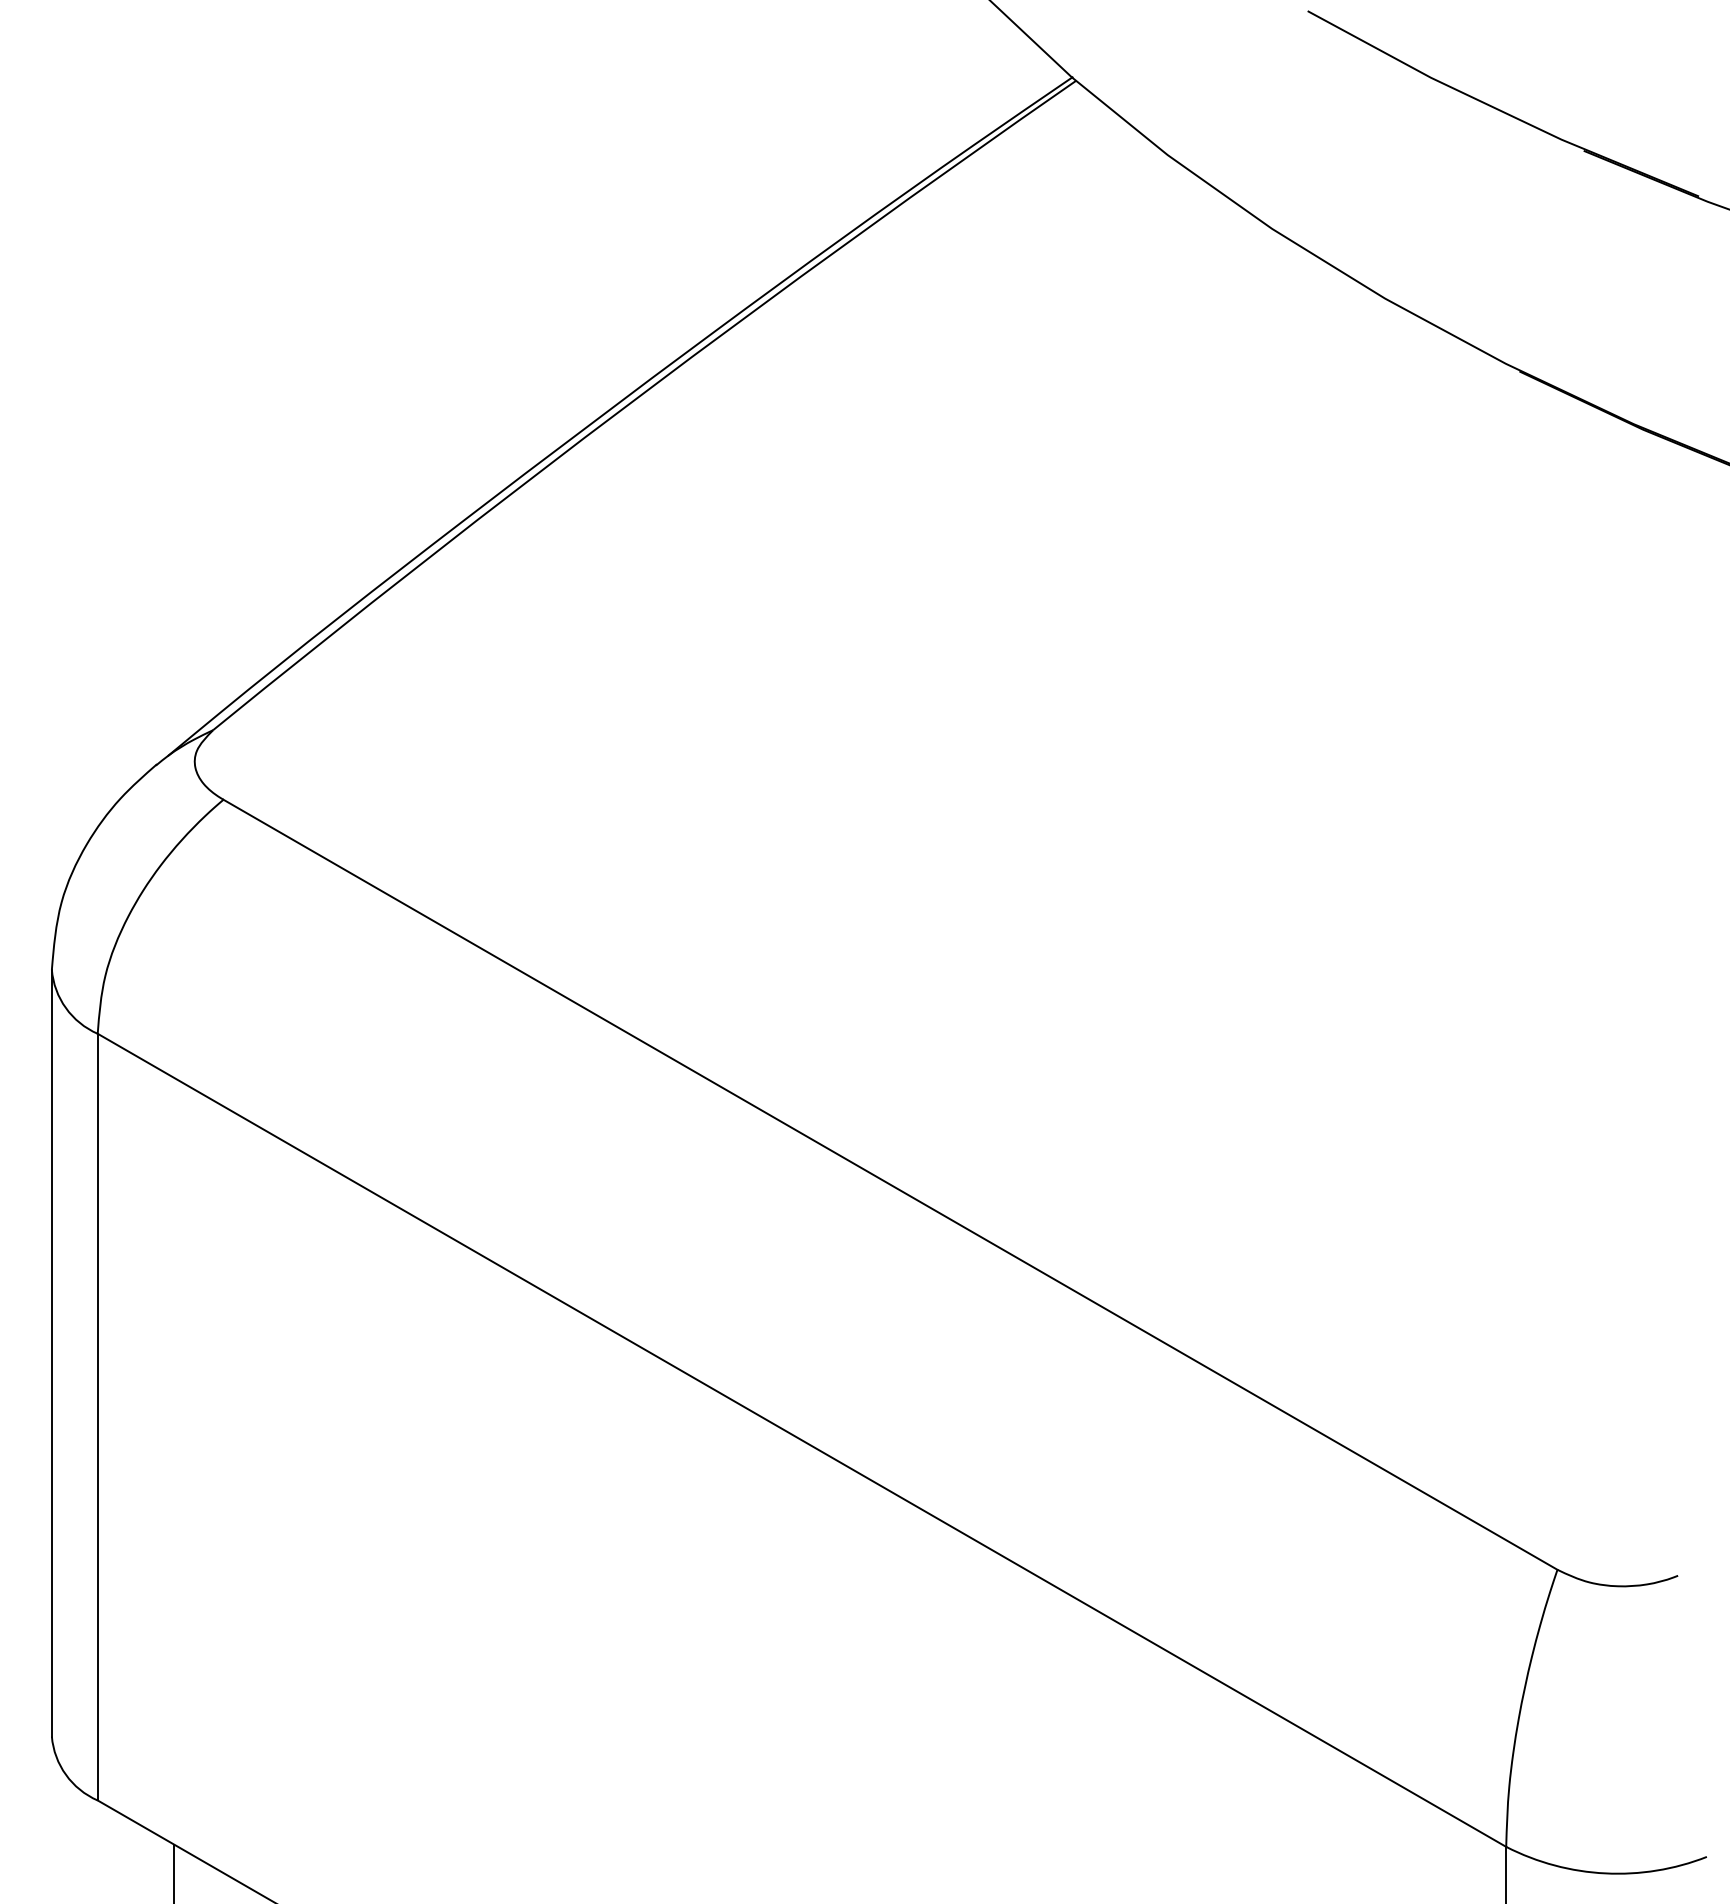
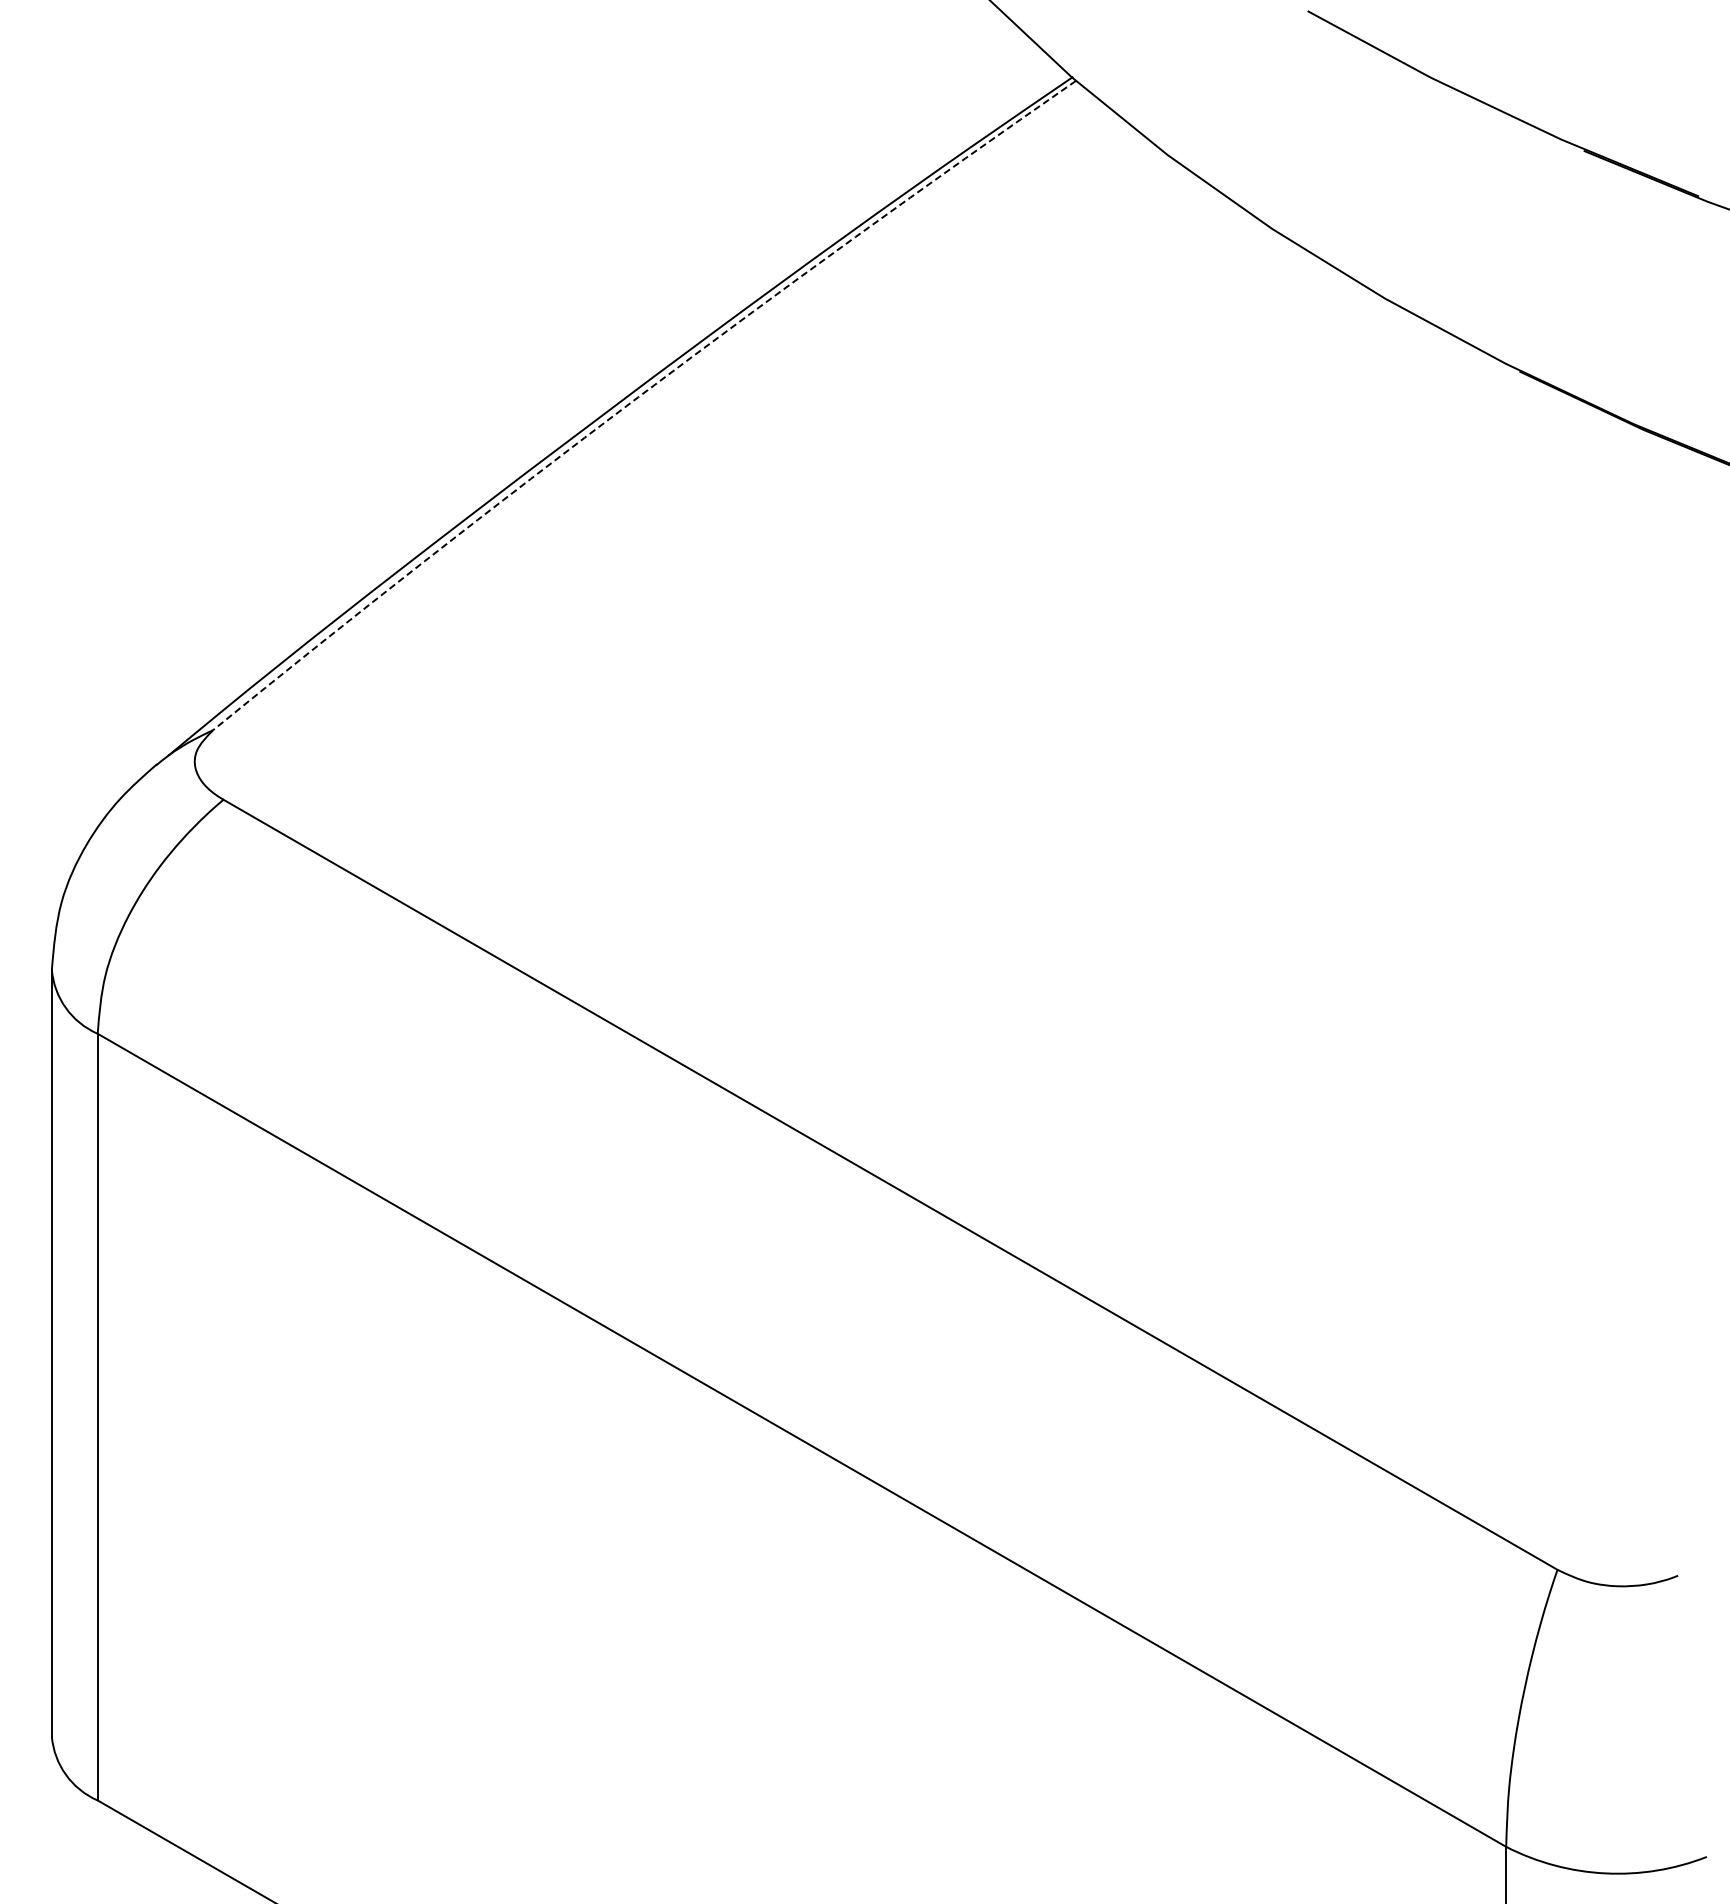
arc at (638, 397): solid -> dashed
line at (174, 1872): present -> none
